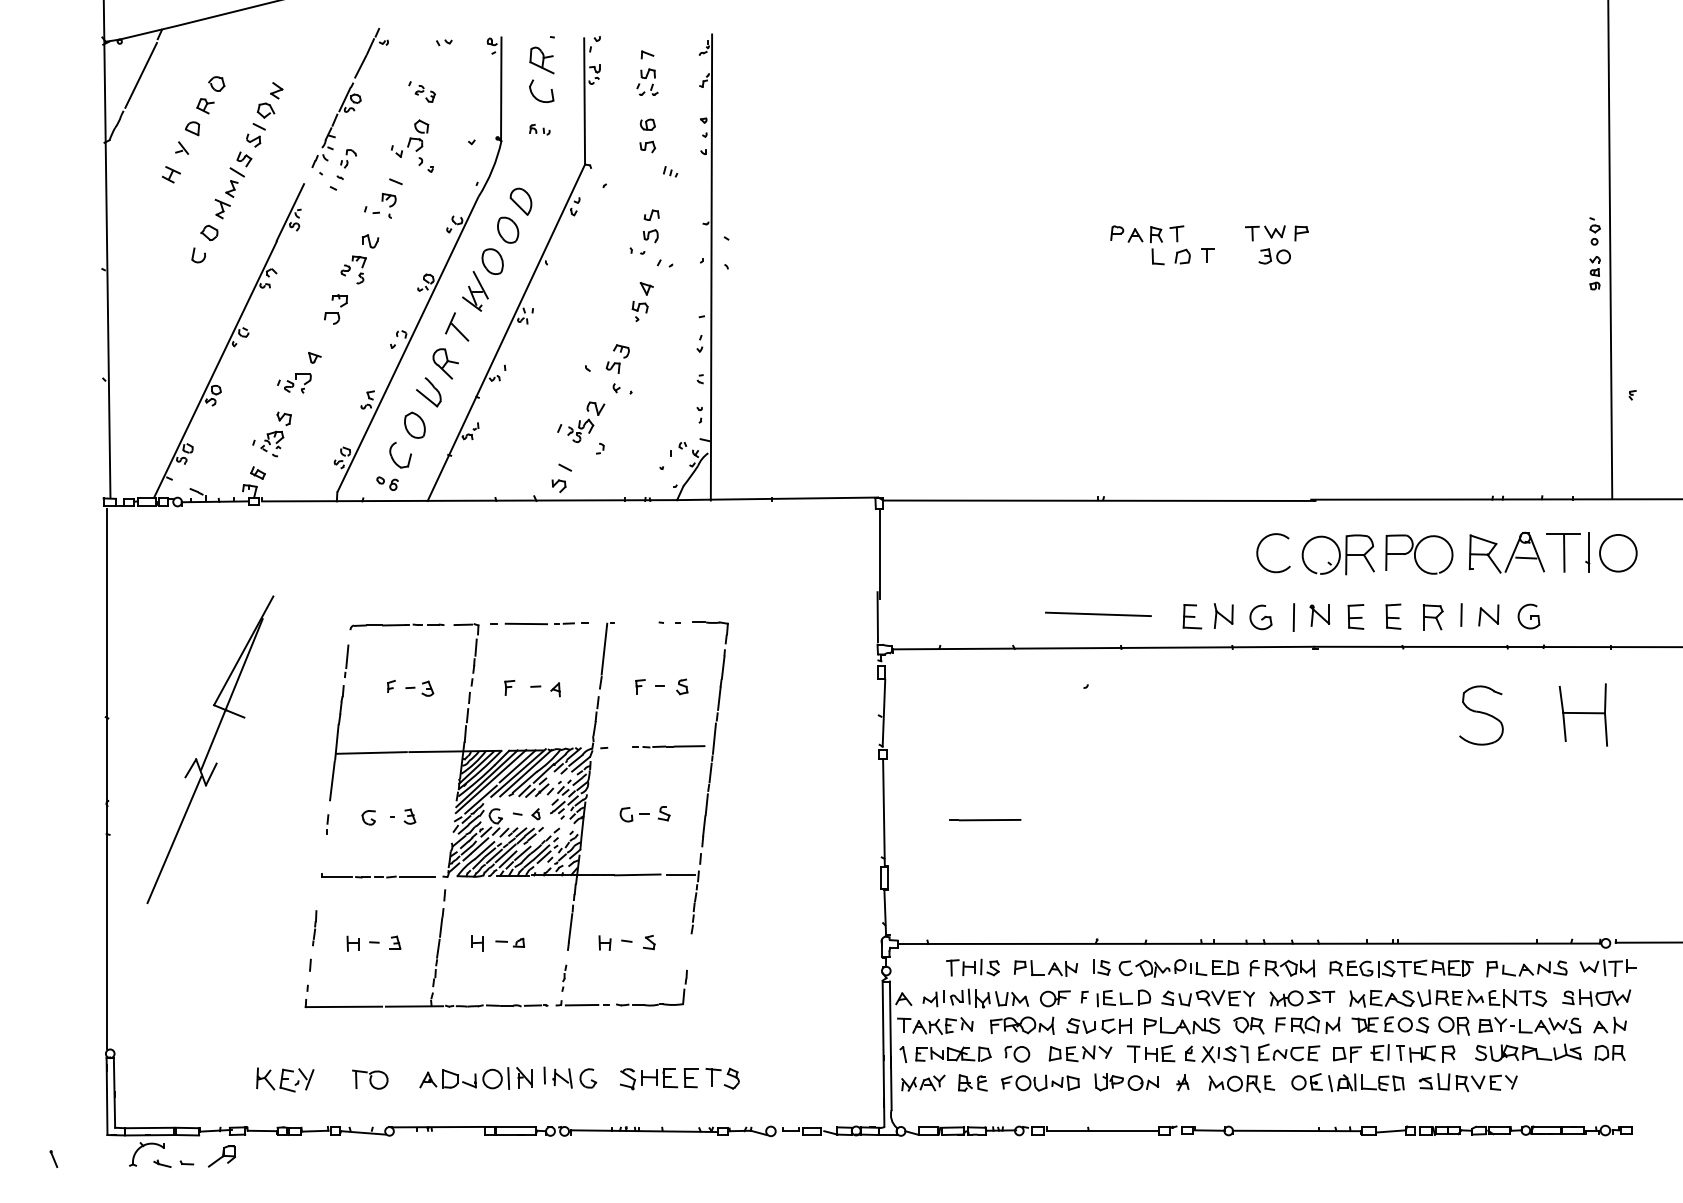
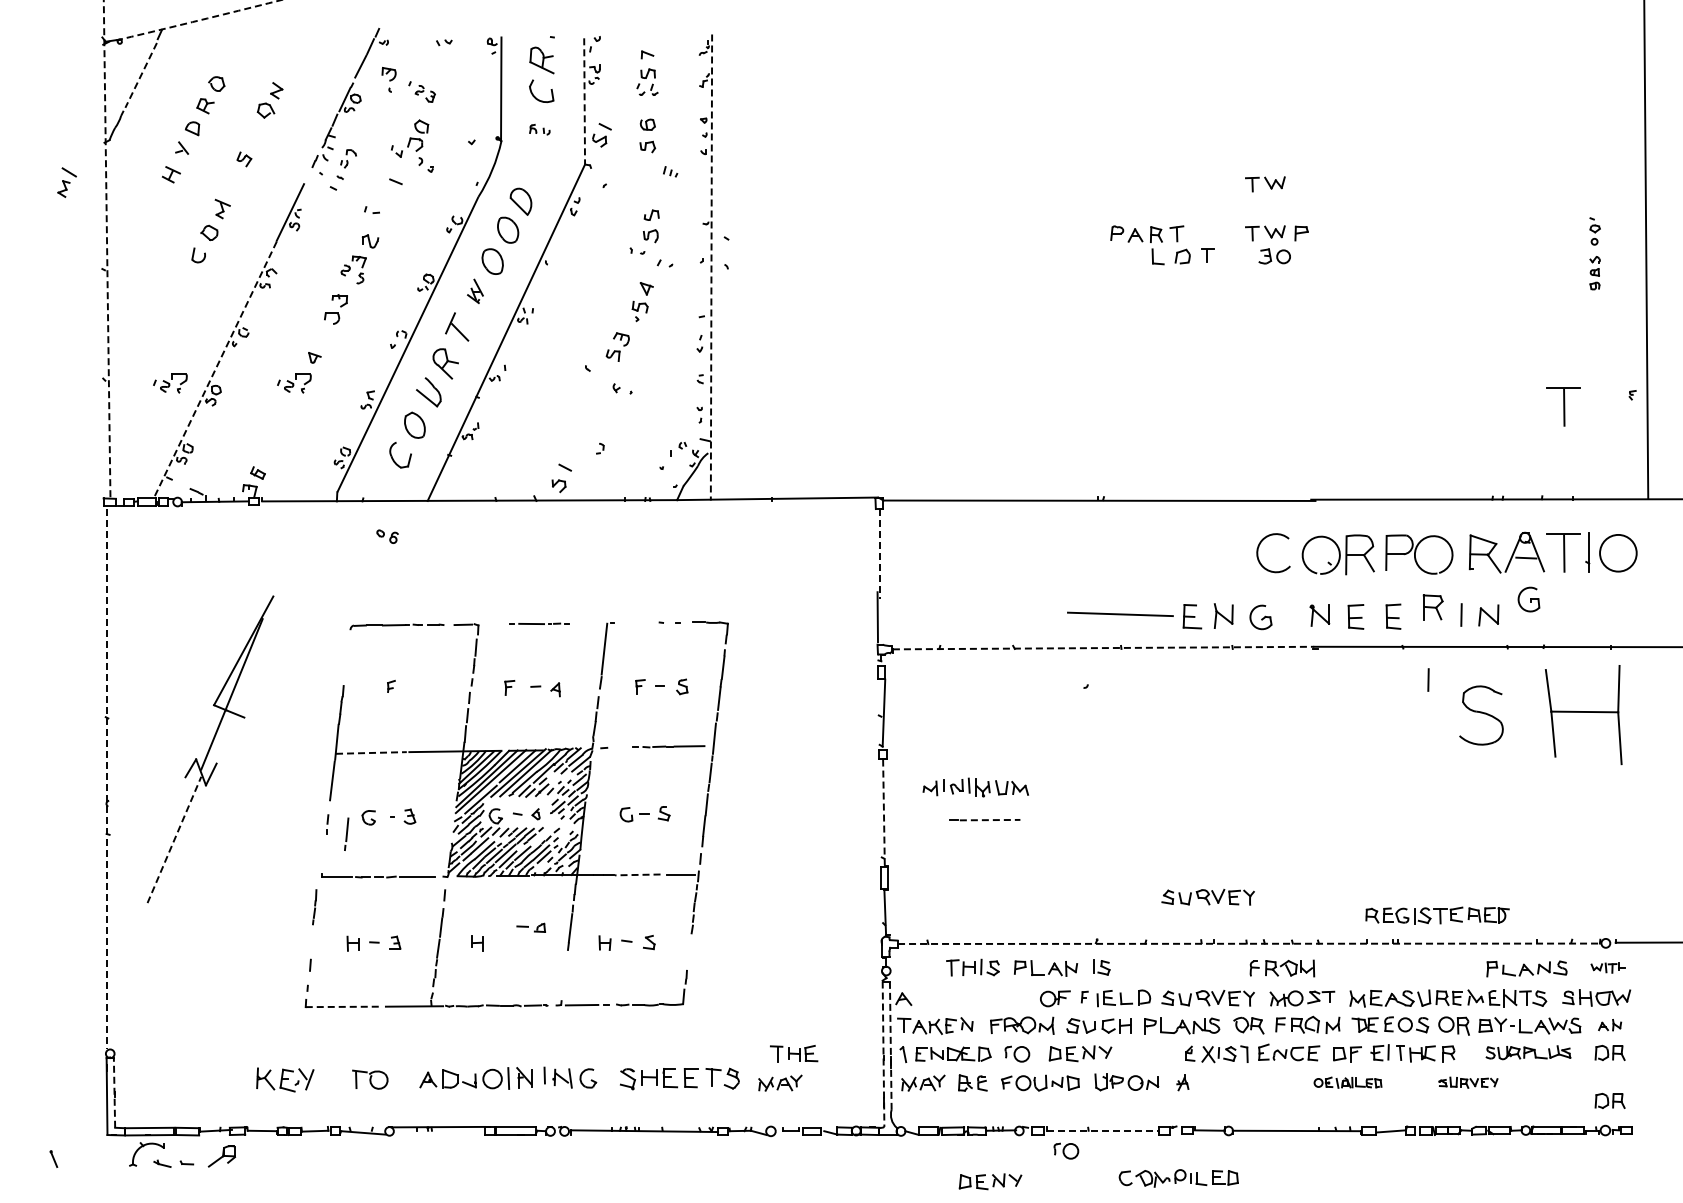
arc at (198, 20): solid -> dashed
line at (140, 75): solid -> dashed
line at (584, 101): solid -> dashed
part at (255, 135) position: (255, 135) -> (601, 135)
part at (234, 182) position: (234, 182) -> (66, 182)
part at (1265, 184): none -> present
part at (388, 205) position: (388, 205) -> (388, 79)
line at (107, 249): solid -> dashed
line at (1610, 250) position: (1610, 250) -> (1646, 250)
line at (711, 268): solid -> dashed
part at (475, 291) size: 27x41 px -> 17x26 px
part at (617, 358) position: (617, 358) -> (617, 346)
line at (215, 370): solid -> dashed
part at (170, 383): none -> present
part at (1563, 406): none -> present
part at (581, 421): present -> none
part at (271, 434): present -> none
part at (387, 483) position: (387, 483) -> (387, 536)
line at (879, 554): solid -> dashed
line at (1098, 613) position: (1098, 613) -> (1120, 613)
part at (1528, 616) position: (1528, 616) -> (1528, 599)
line at (1293, 617): present -> none
part at (1432, 617) position: (1432, 617) -> (1432, 607)
part at (539, 623) size: 99x4 px -> 61x3 px
line at (1103, 648): solid -> dashed
line at (346, 660) position: (346, 660) -> (346, 833)
line at (1428, 679): none -> present
part at (419, 688): present -> none
part at (1582, 714) size: 50x64 px -> 78x101 px
line at (371, 752): solid -> dashed
line at (106, 779): solid -> dashed
line at (883, 811): solid -> dashed
line at (990, 820): solid -> dashed
line at (174, 839): solid -> dashed
line at (637, 874): solid -> dashed
part at (1207, 897): none -> present
line at (314, 928) position: (314, 928) -> (314, 907)
part at (509, 942) position: (509, 942) -> (530, 927)
line at (1248, 943): solid -> dashed
part at (1607, 967) size: 58x18 px -> 36x12 px
part at (1178, 968) position: (1178, 968) -> (1178, 1178)
part at (1401, 968) position: (1401, 968) -> (1437, 915)
part at (564, 977): present -> none
part at (975, 998) position: (975, 998) -> (975, 787)
line at (344, 1006): solid -> dashed
part at (1609, 1024) size: 34x18 px -> 25x13 px
line at (890, 1045): solid -> dashed
part at (1528, 1052) size: 107x19 px -> 87x16 px
part at (1151, 1053) position: (1151, 1053) -> (794, 1053)
line at (883, 1054): solid -> dashed
part at (780, 1082): none -> present
part at (1347, 1082) size: 114x20 px -> 70x13 px
part at (1468, 1082) size: 99x20 px -> 61x13 px
part at (1241, 1083): present -> none
line at (114, 1092): solid -> dashed
part at (1609, 1100): none -> present
line at (1102, 1130): solid -> dashed
part at (1066, 1150): none -> present
part at (990, 1181): none -> present
